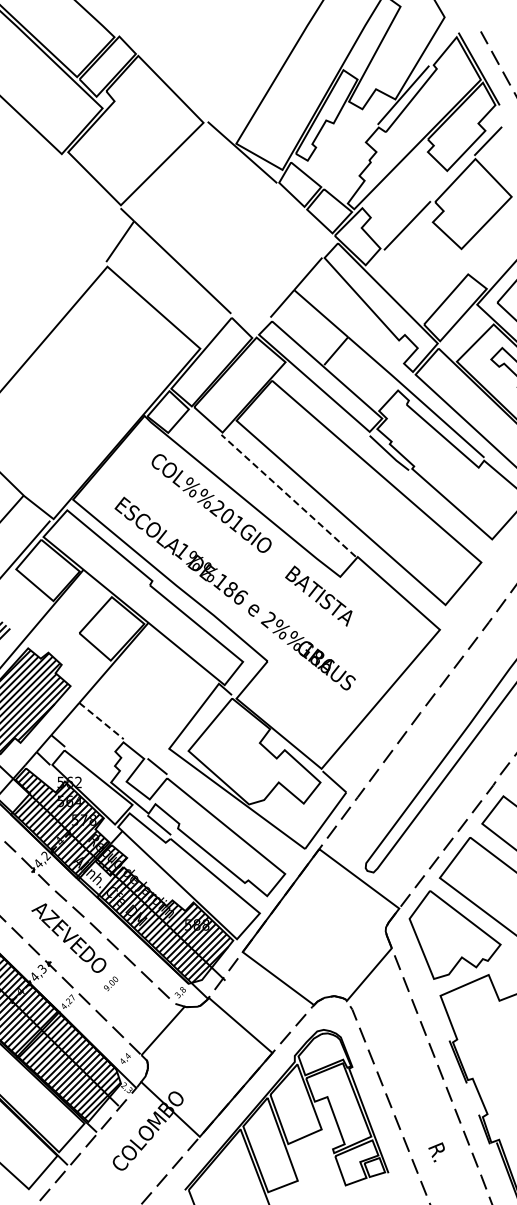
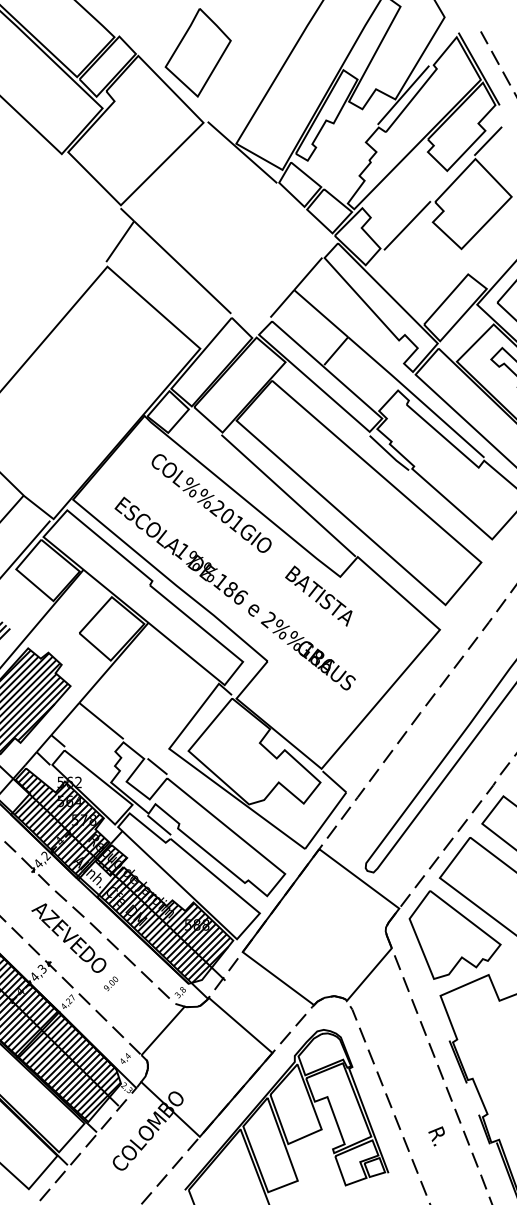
part at (197, 52): none -> present
line at (288, 495): dashed -> solid
line at (101, 720): dashed -> solid
text at (436, 1152) position: (436, 1152) -> (436, 1136)
